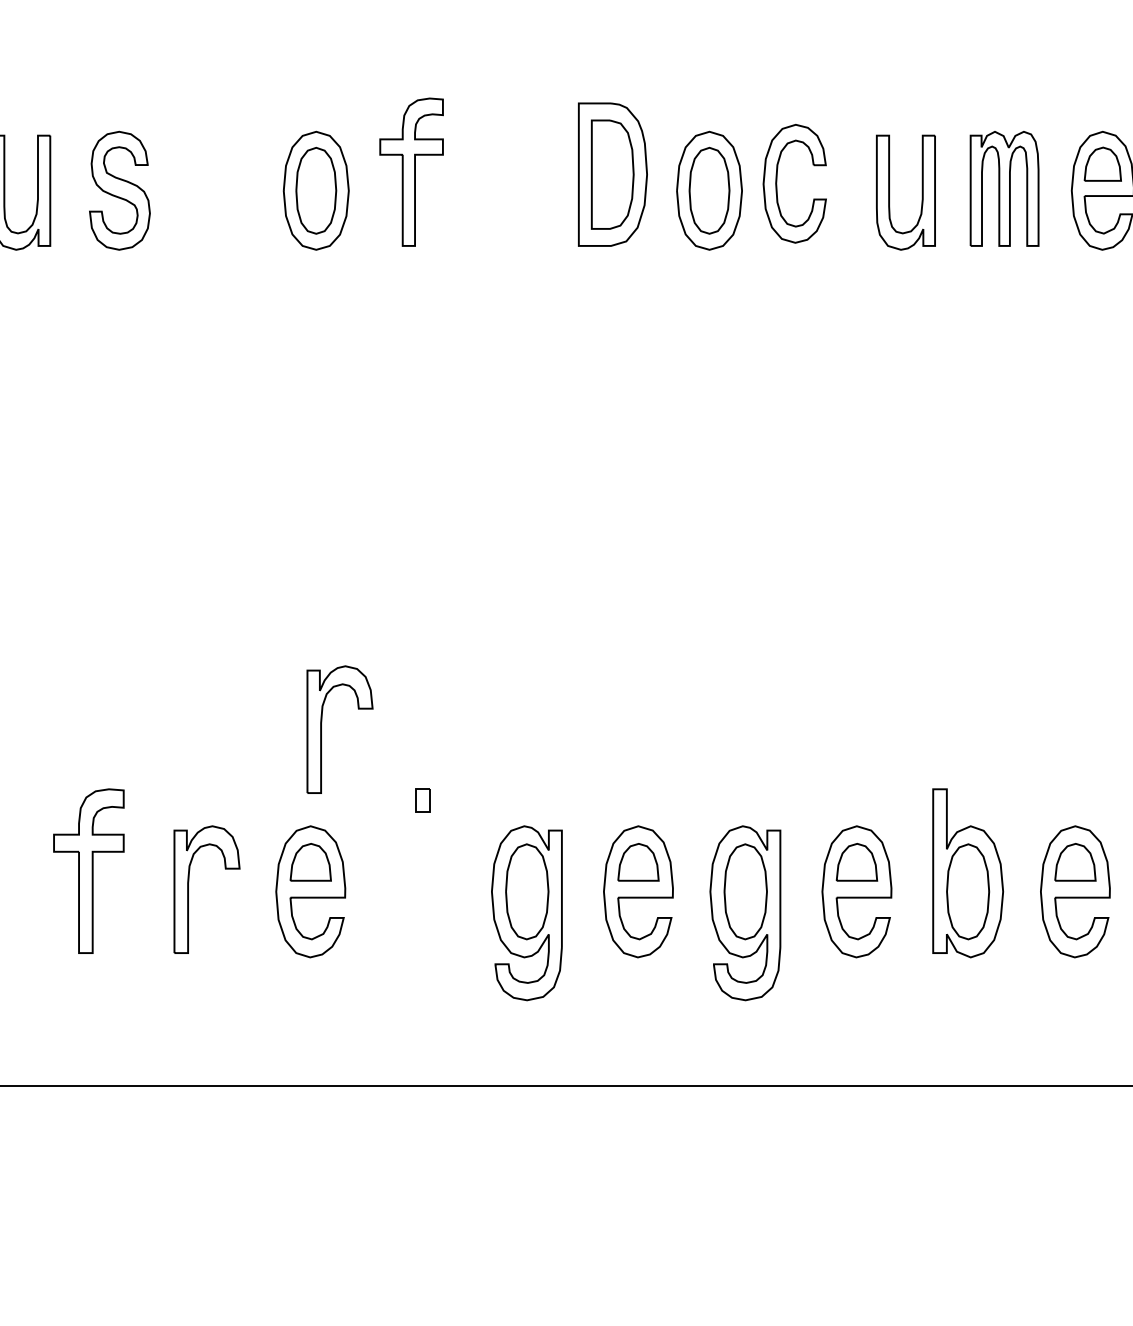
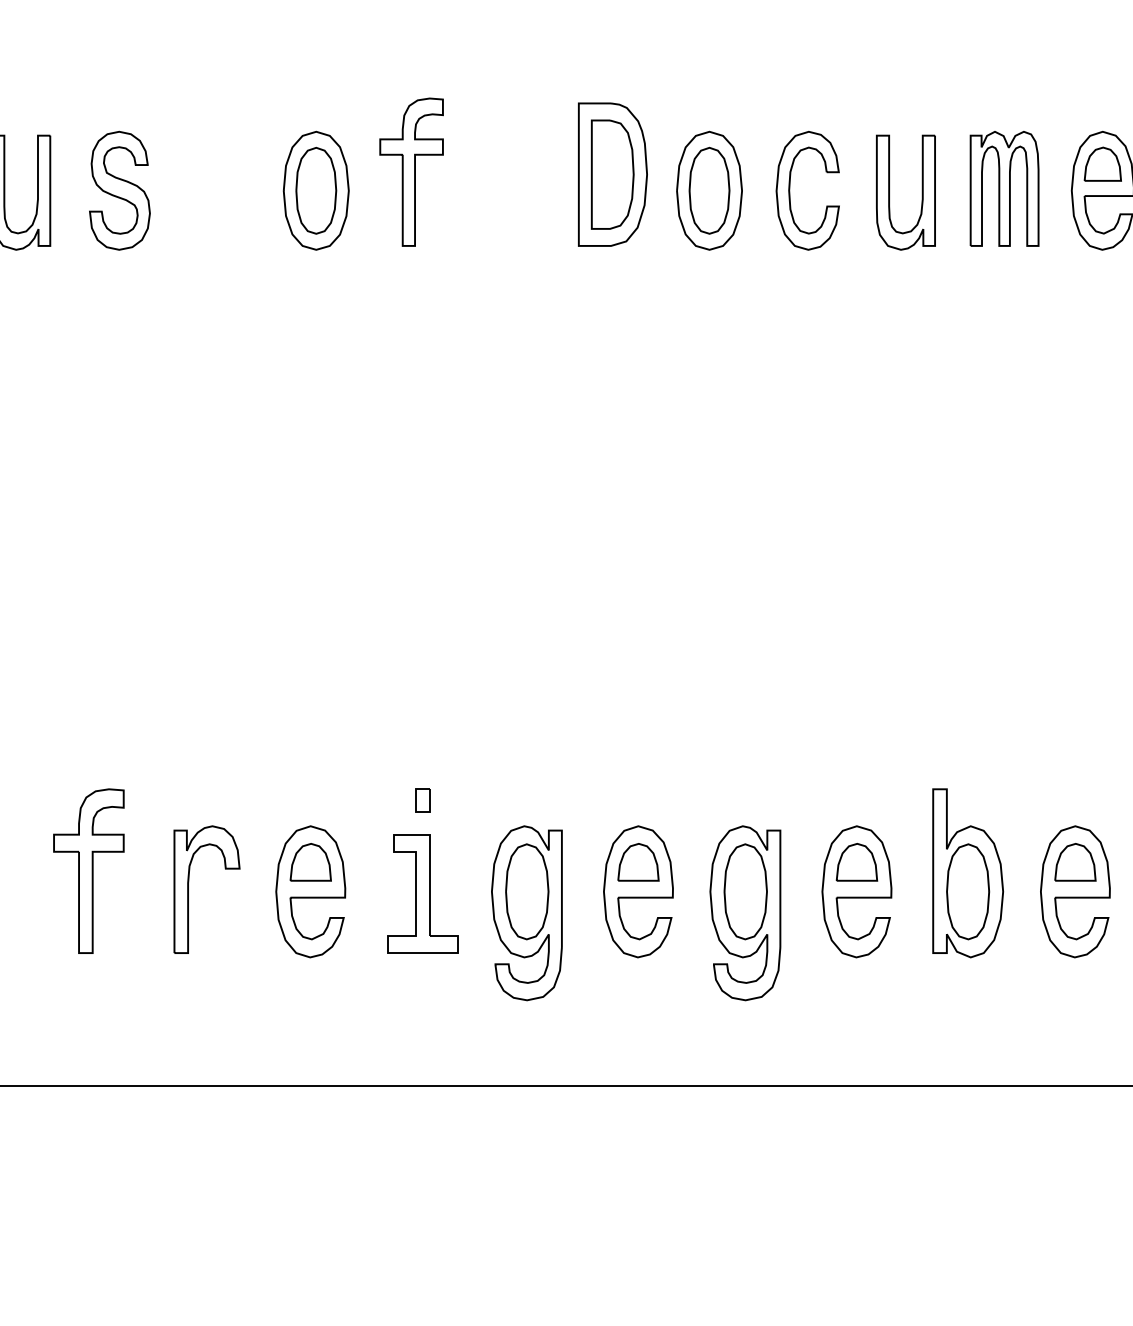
part at (777, 183) position: (777, 183) -> (790, 190)
part at (321, 729): present -> none
part at (422, 893): none -> present
